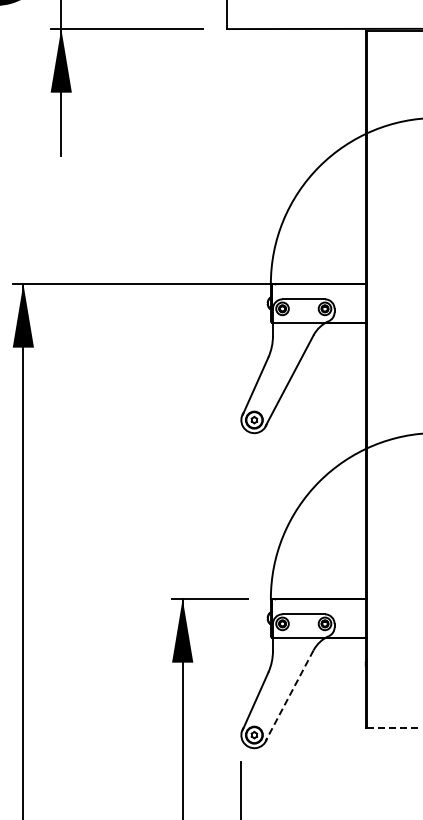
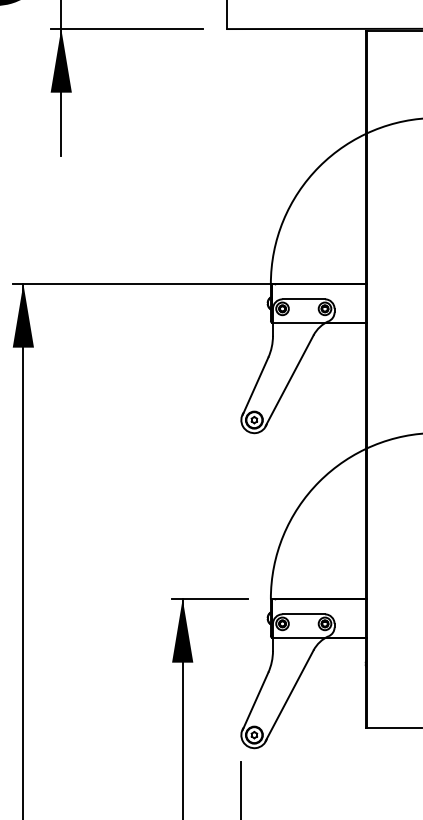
line at (289, 696): dashed -> solid
line at (395, 727): dashed -> solid
